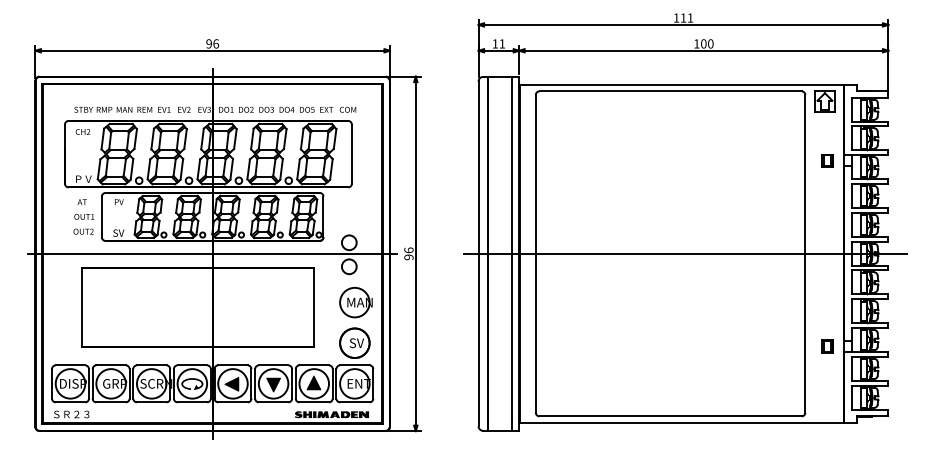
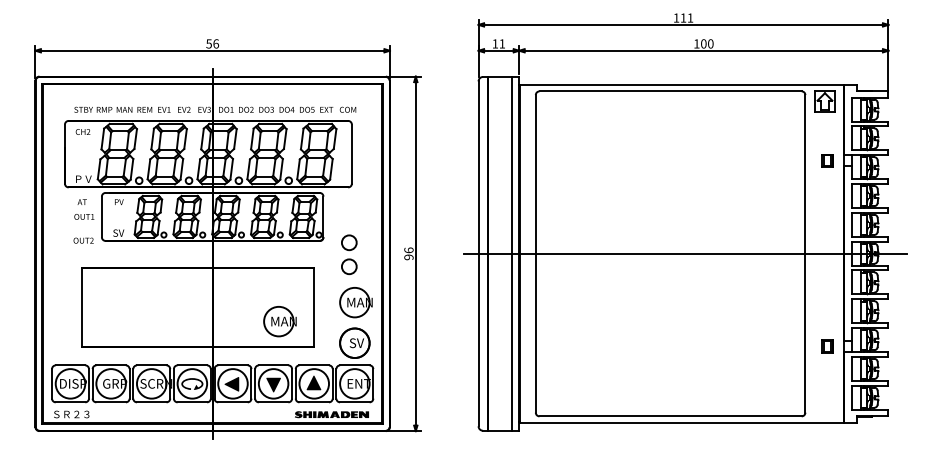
text at (208, 43): 96 -> 56
text at (83, 231) position: (83, 231) -> (83, 240)
line at (212, 253): present -> none
part at (279, 321): none -> present
